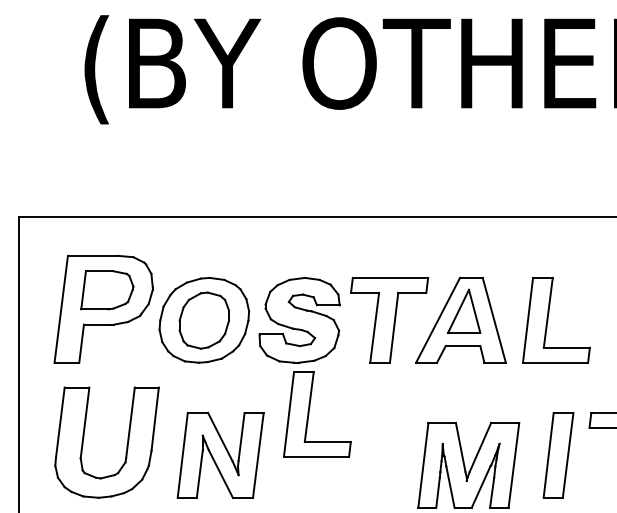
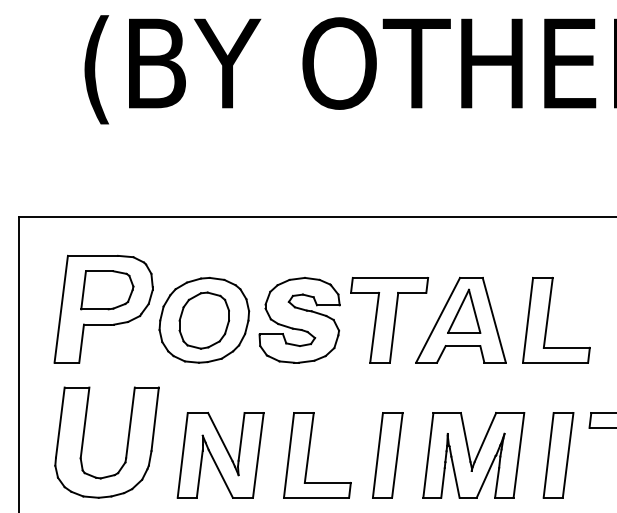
part at (309, 414) position: (309, 414) -> (309, 455)
part at (387, 455): none -> present
part at (468, 465) position: (468, 465) -> (473, 455)
